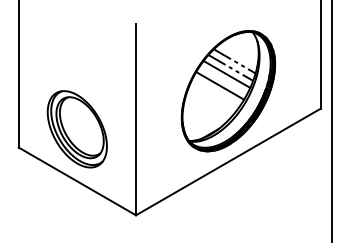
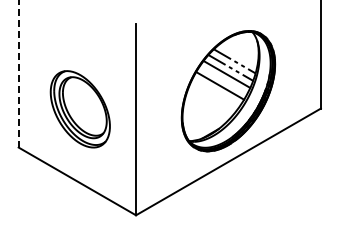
line at (18, 73): solid -> dashed
line at (332, 120): present -> none
part at (76, 129) position: (76, 129) -> (79, 109)
